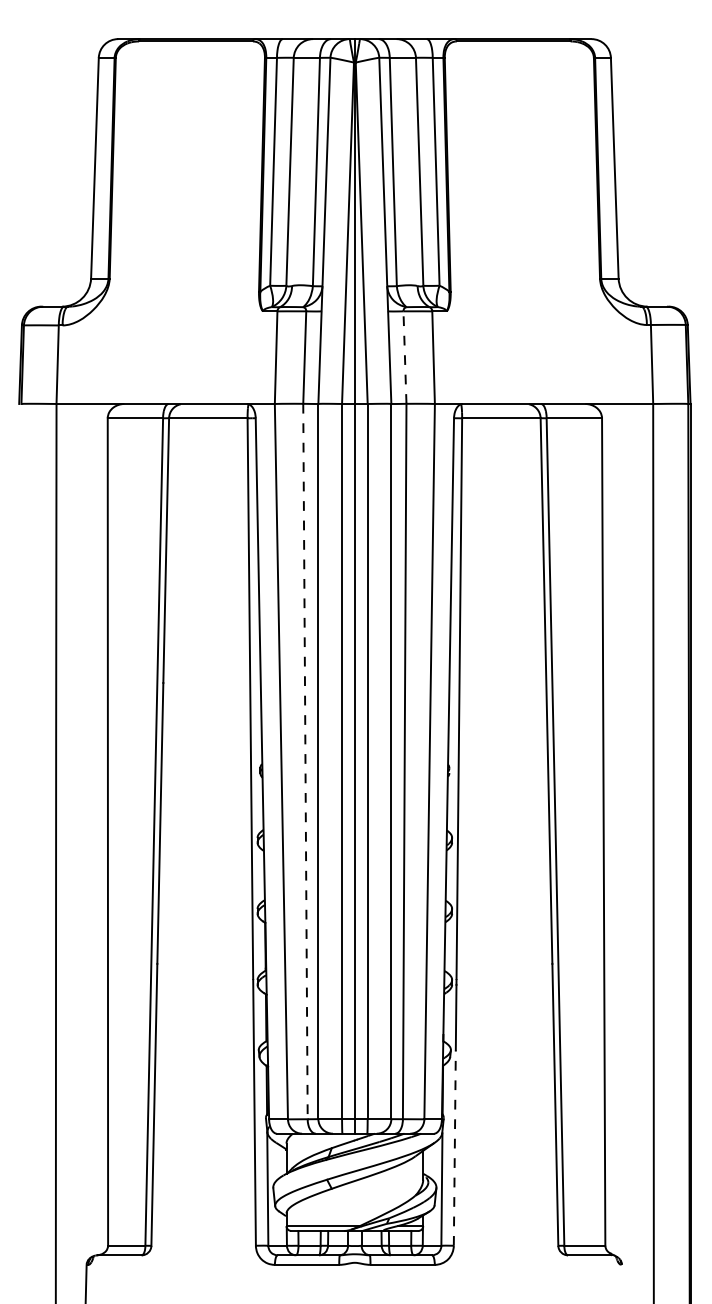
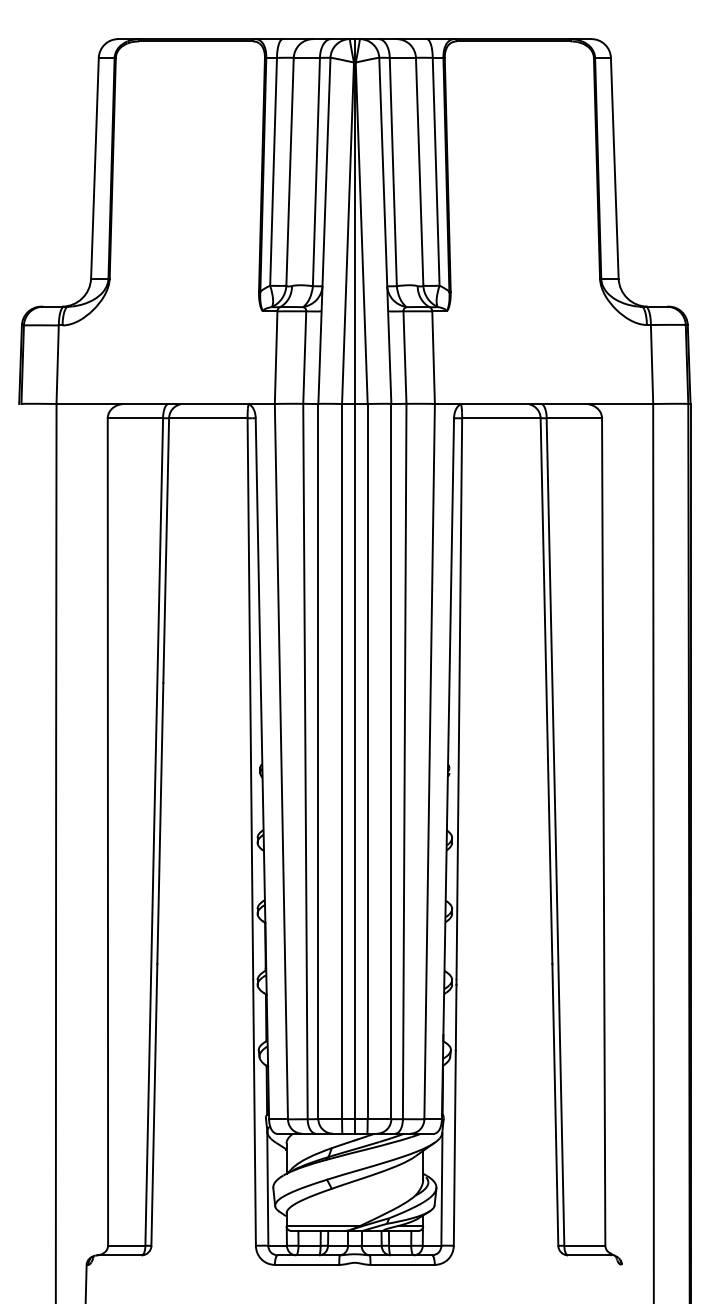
line at (404, 357): dashed -> solid
line at (305, 761): dashed -> solid
line at (454, 1148): dashed -> solid
